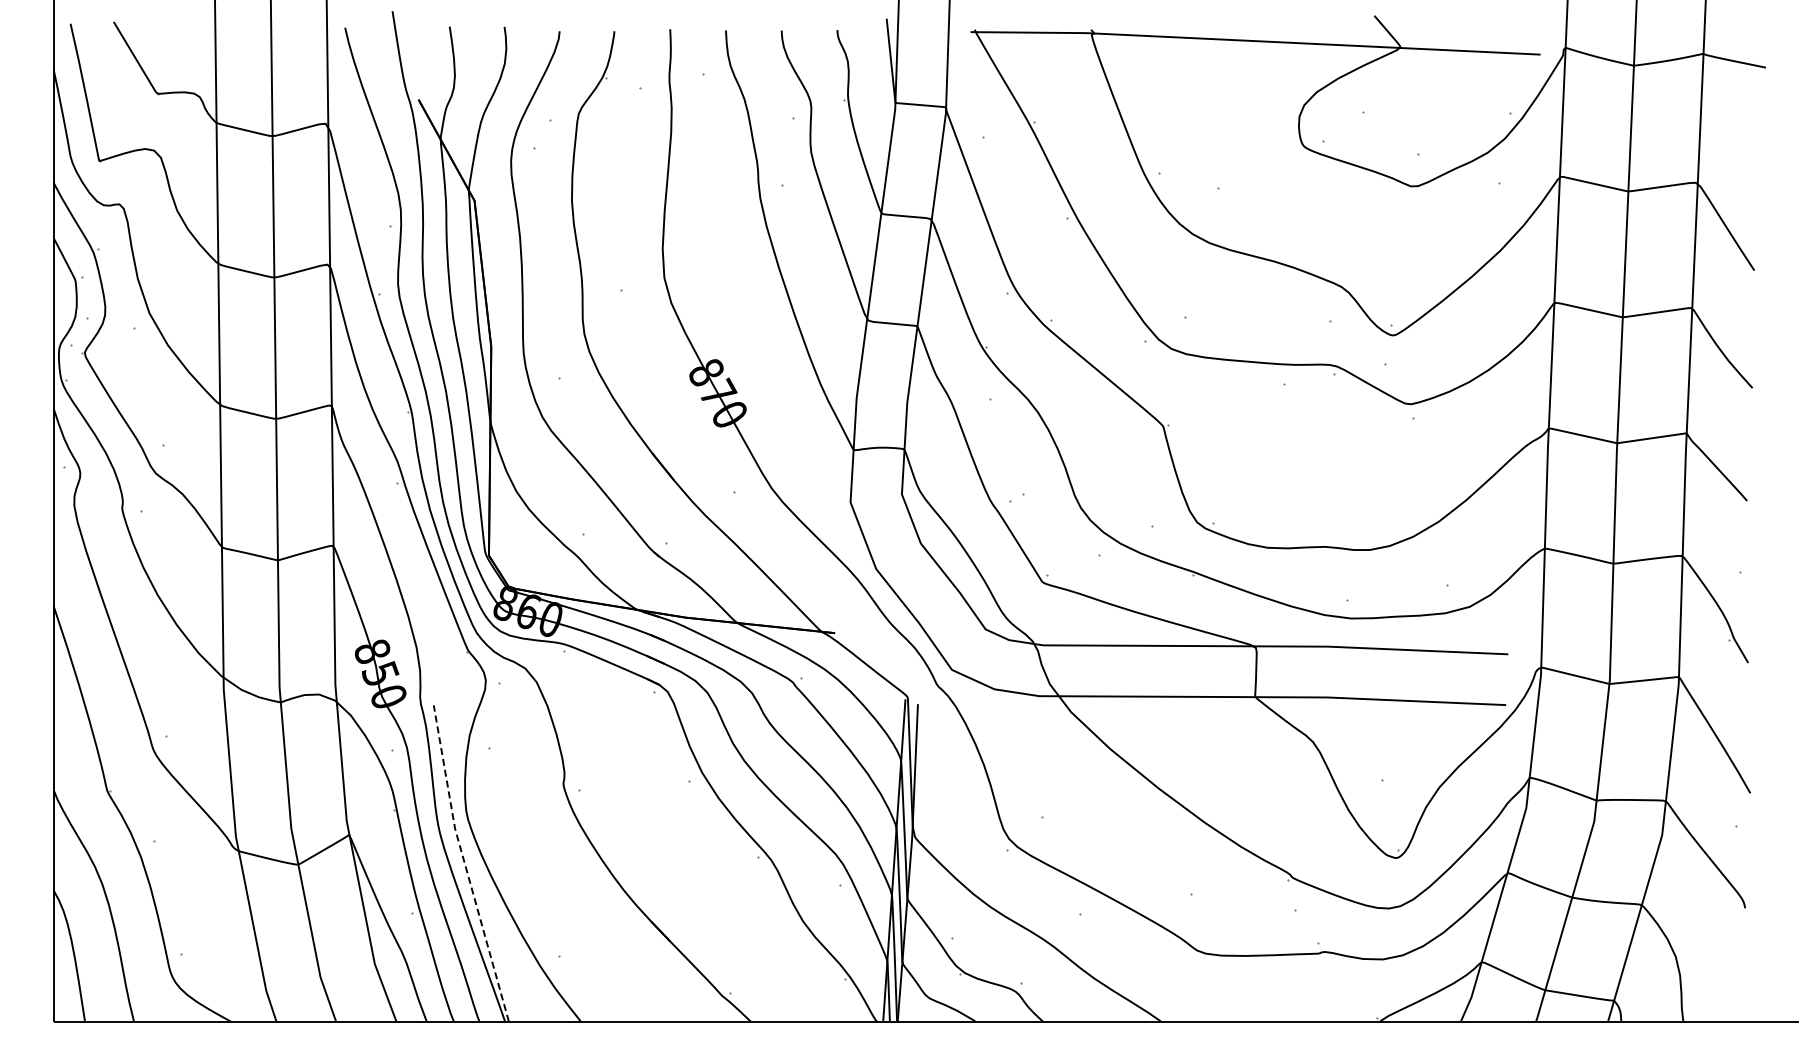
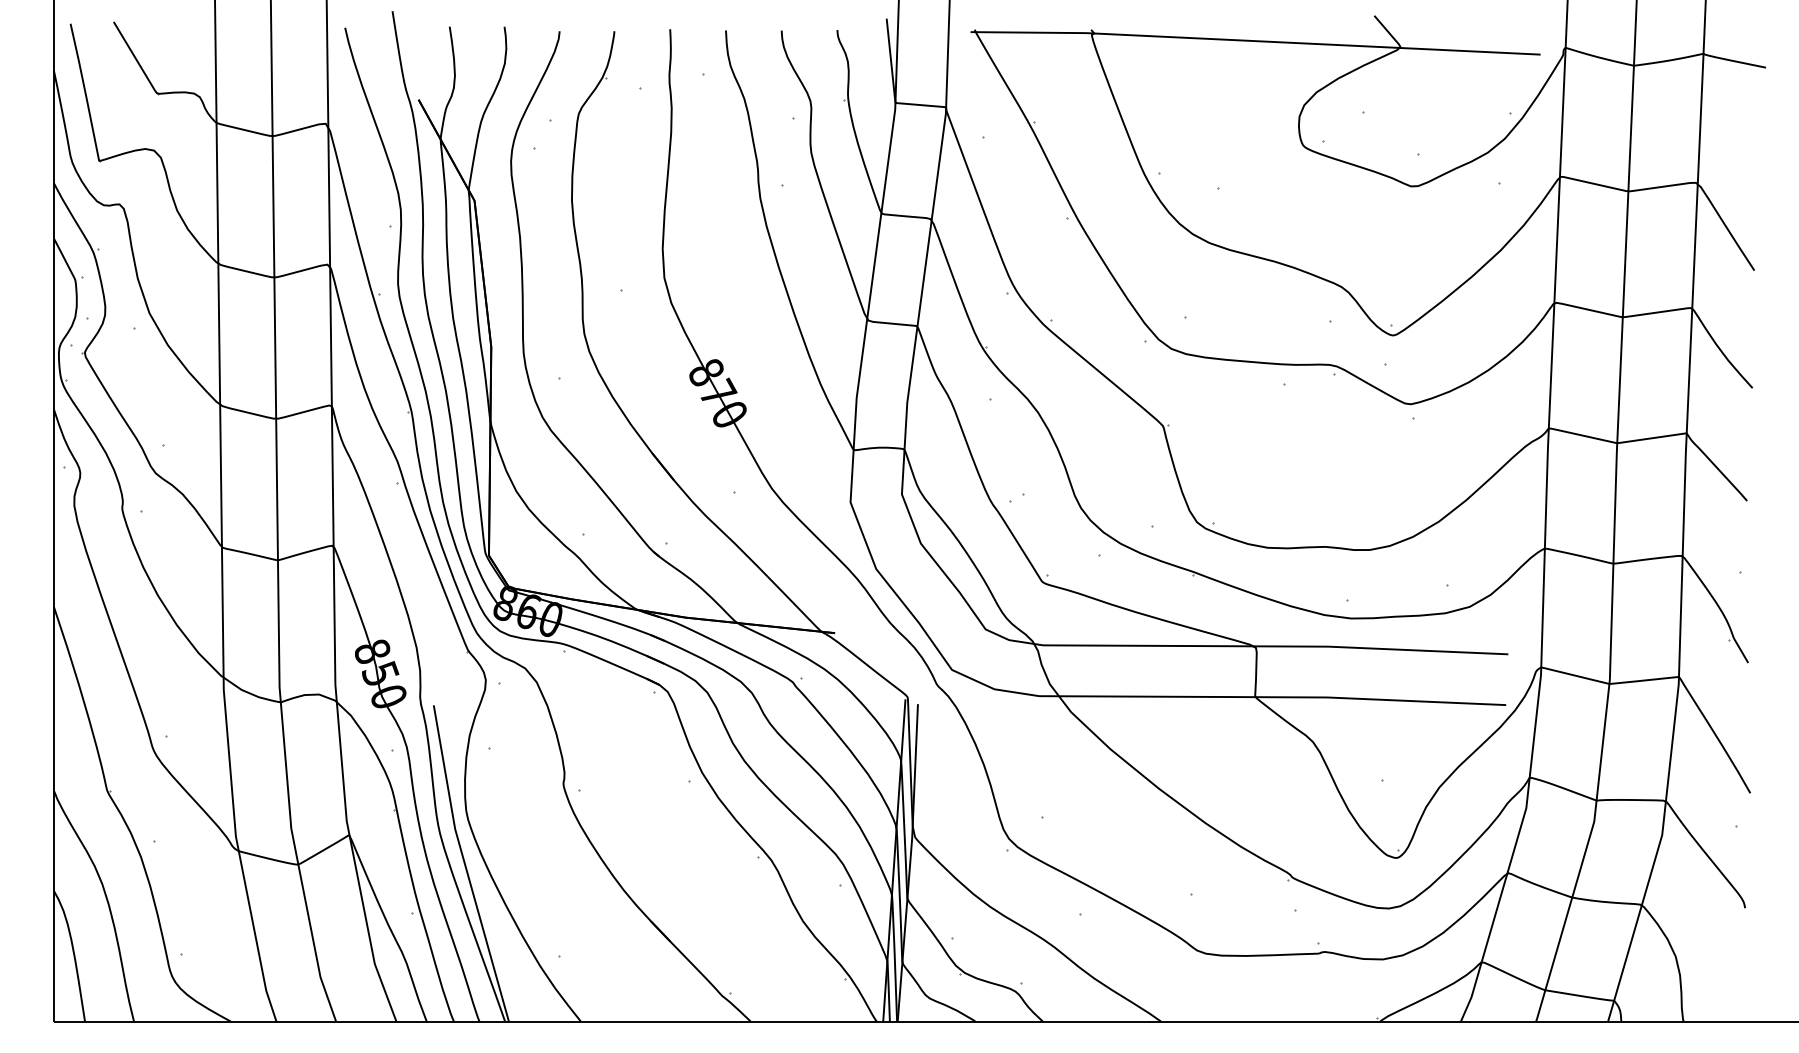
line at (464, 863): dashed -> solid
